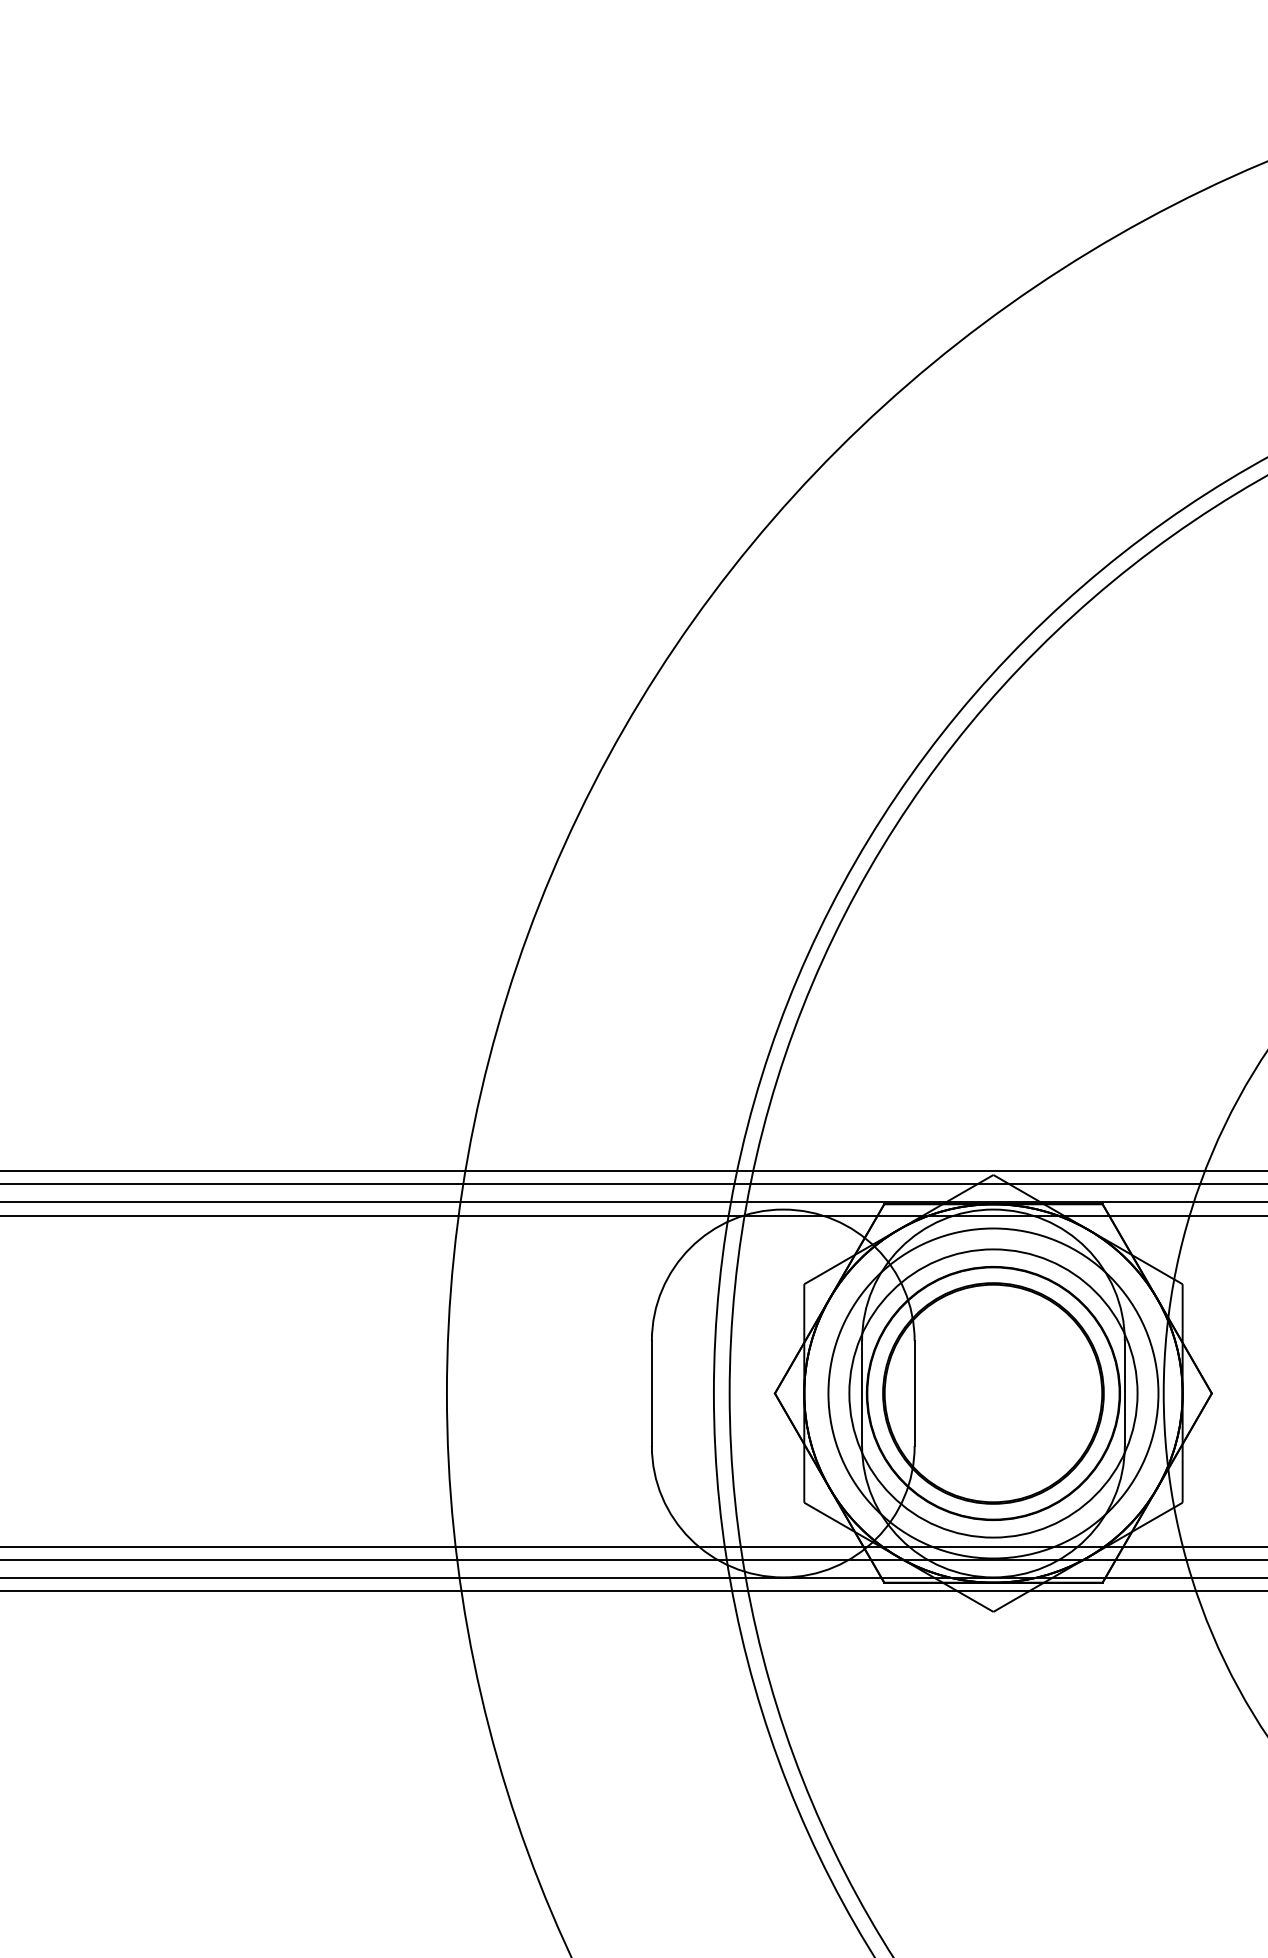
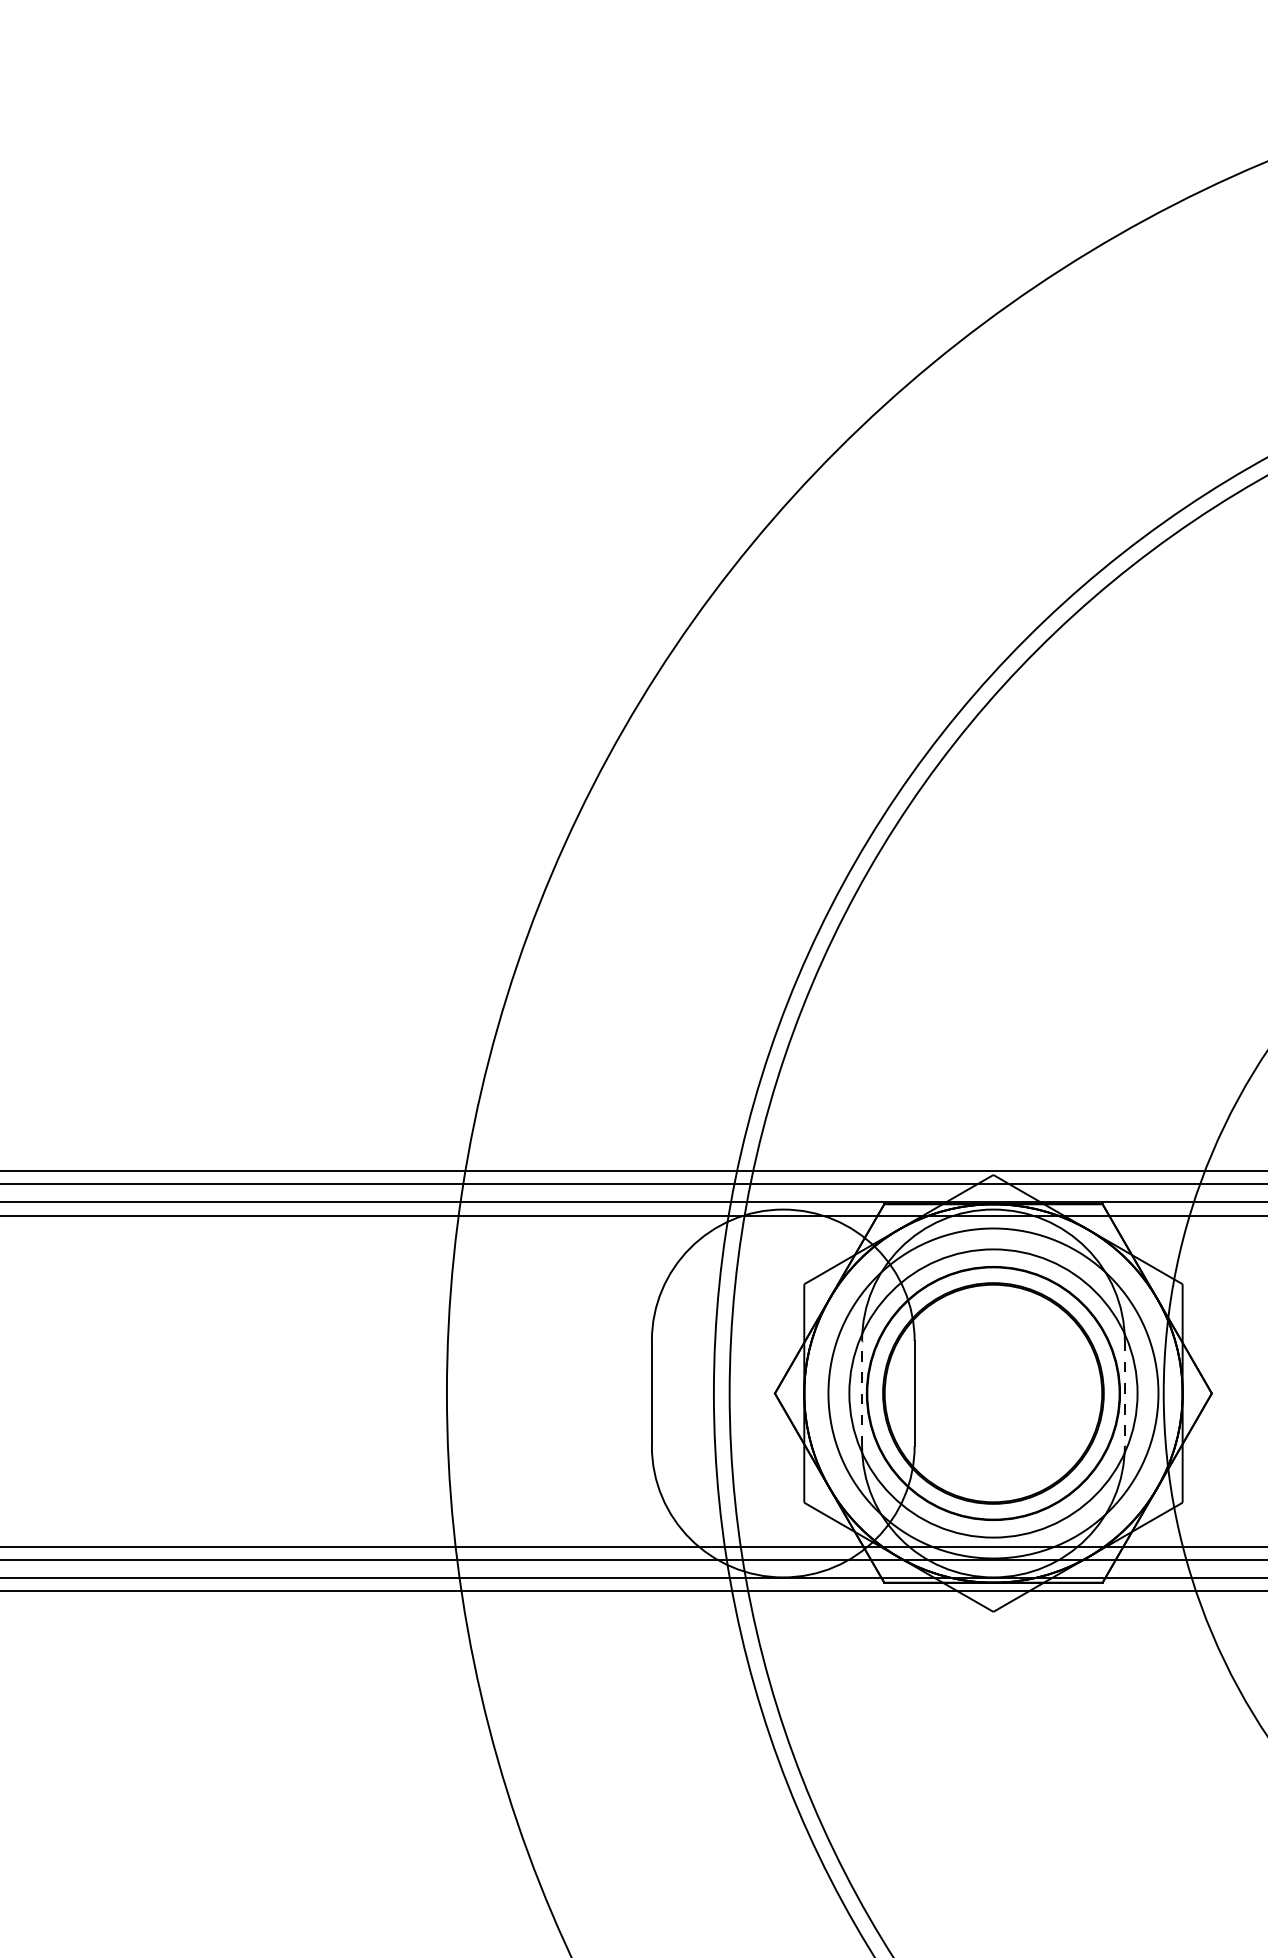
line at (862, 1393): solid -> dashed
line at (1124, 1393): solid -> dashed
